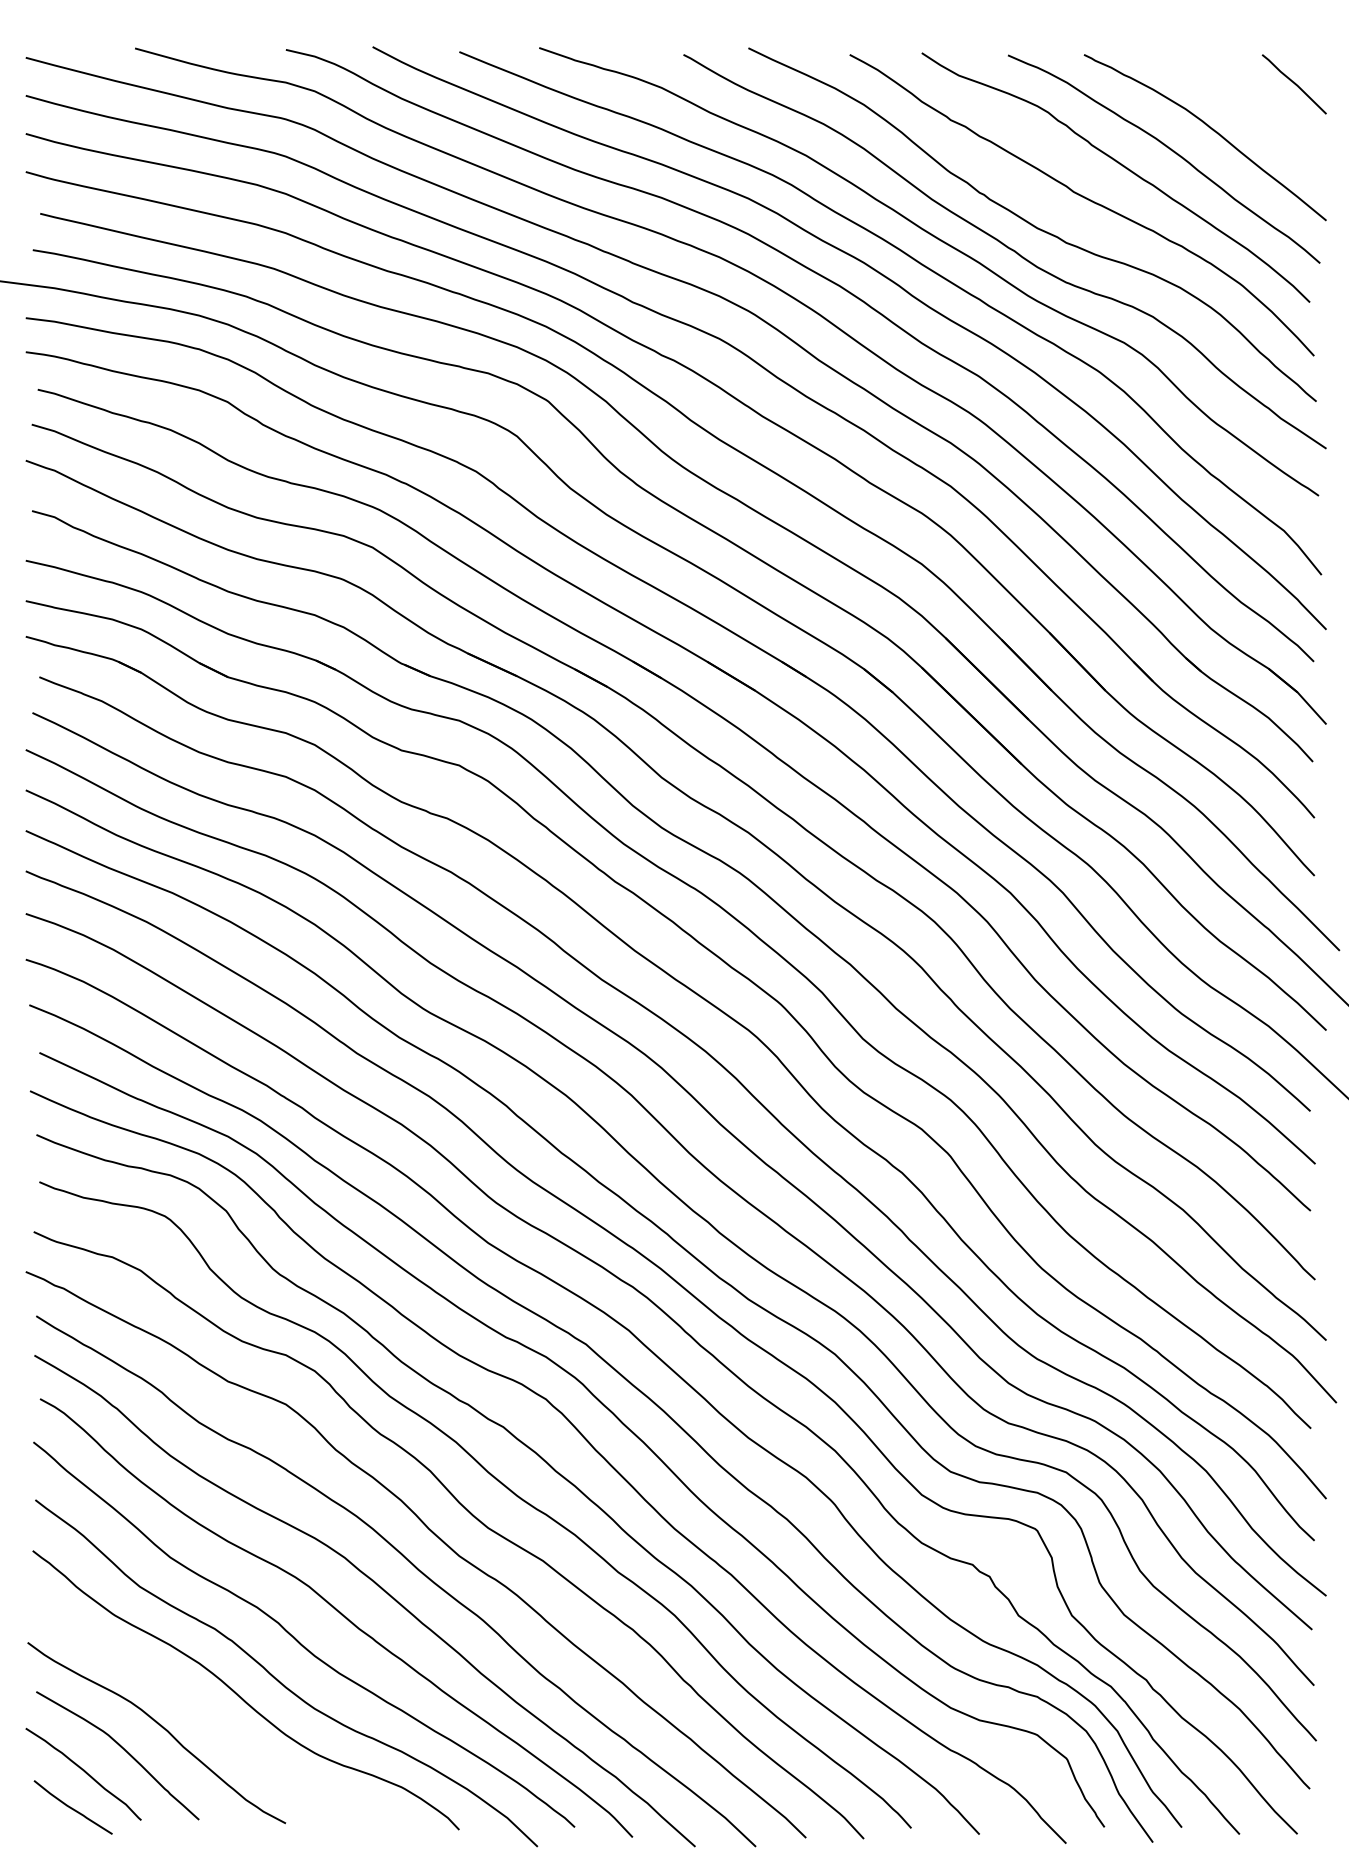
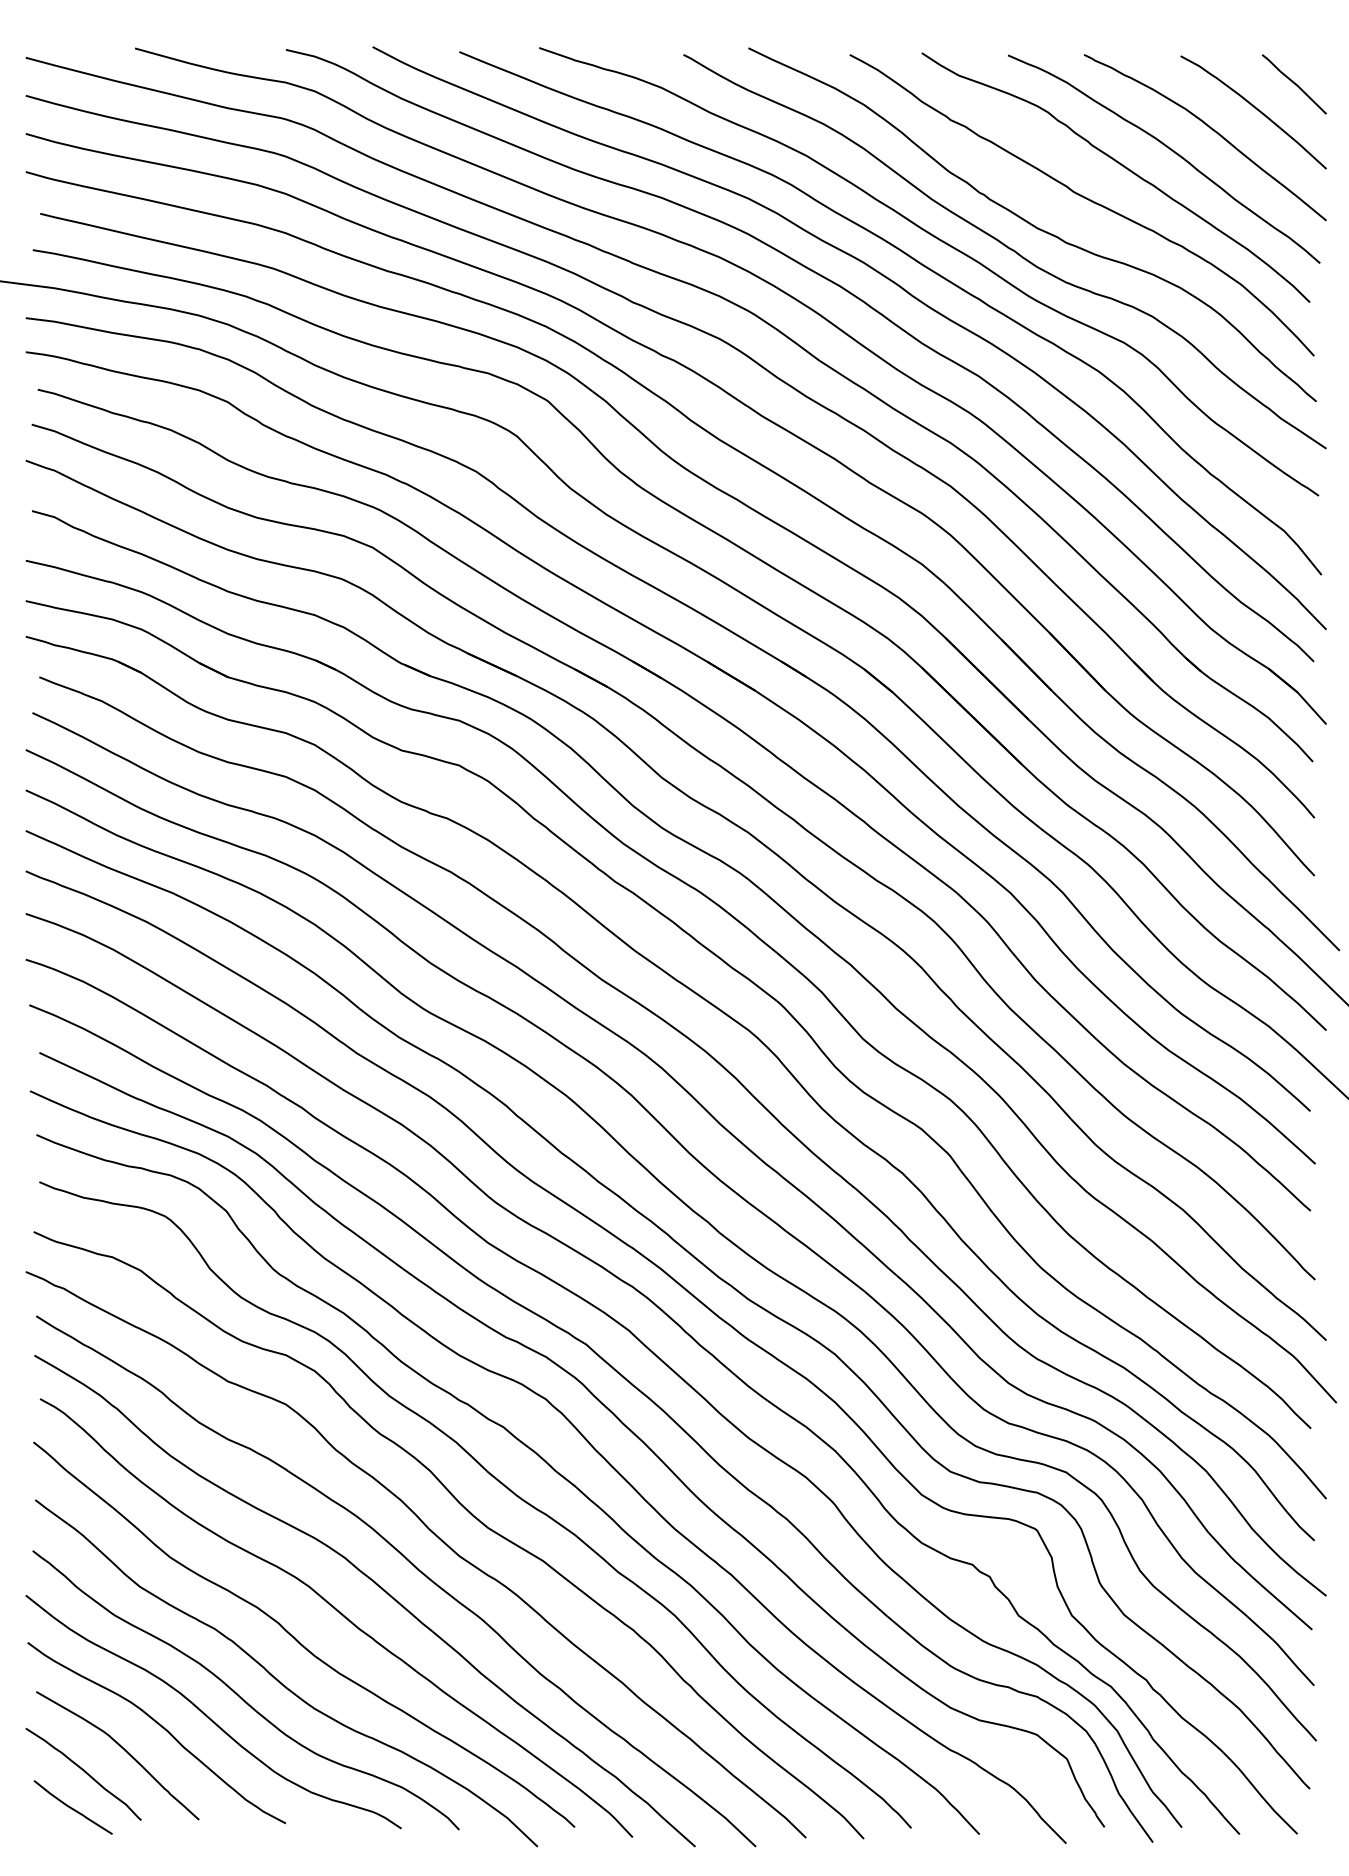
curve at (1254, 108): none -> present
curve at (208, 1716): none -> present
